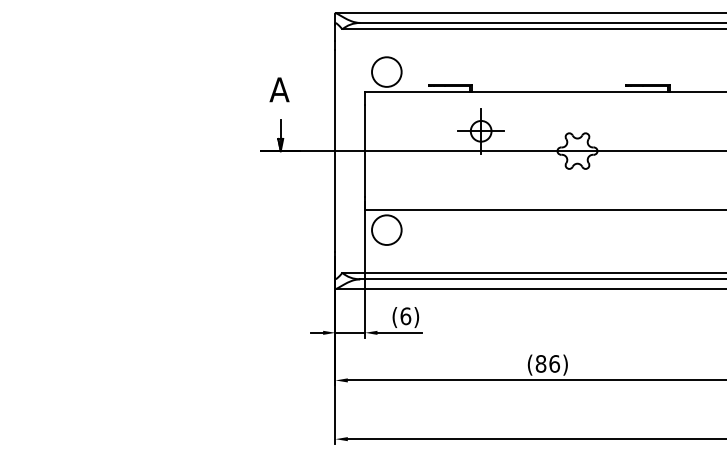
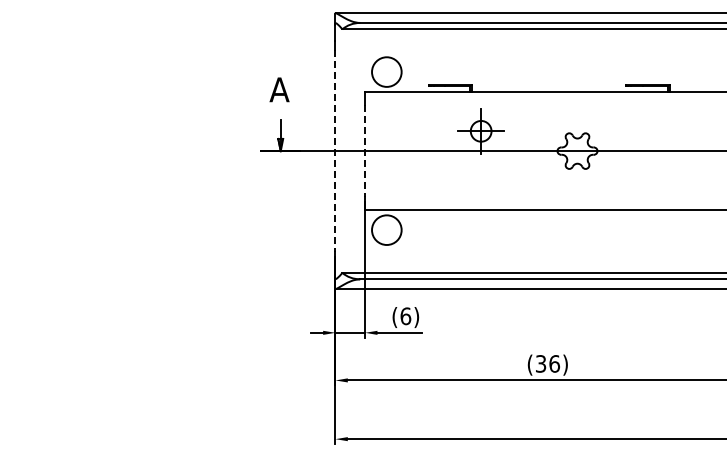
line at (335, 151): solid -> dashed
line at (365, 151): solid -> dashed
text at (540, 363): (86) -> (36)
